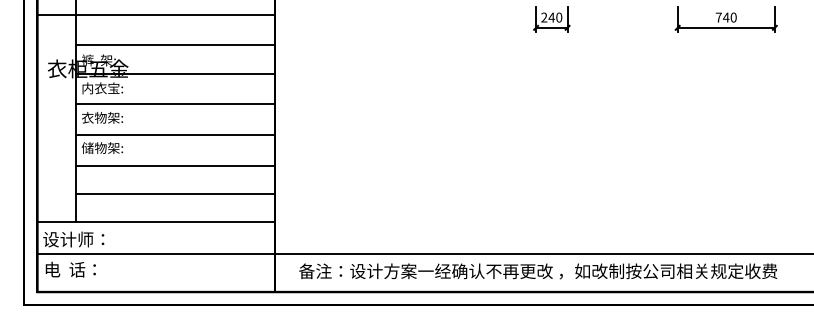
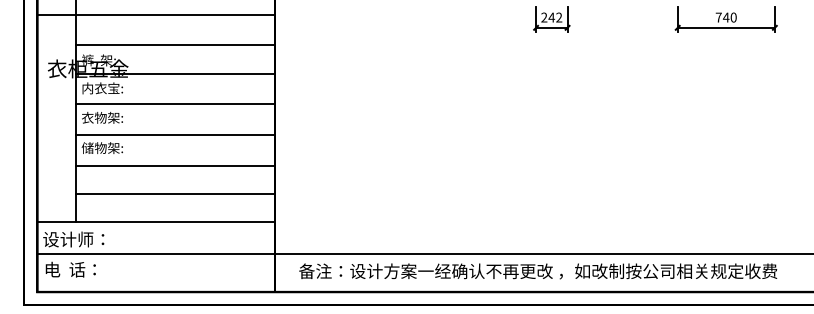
text at (559, 17): 240 -> 242
